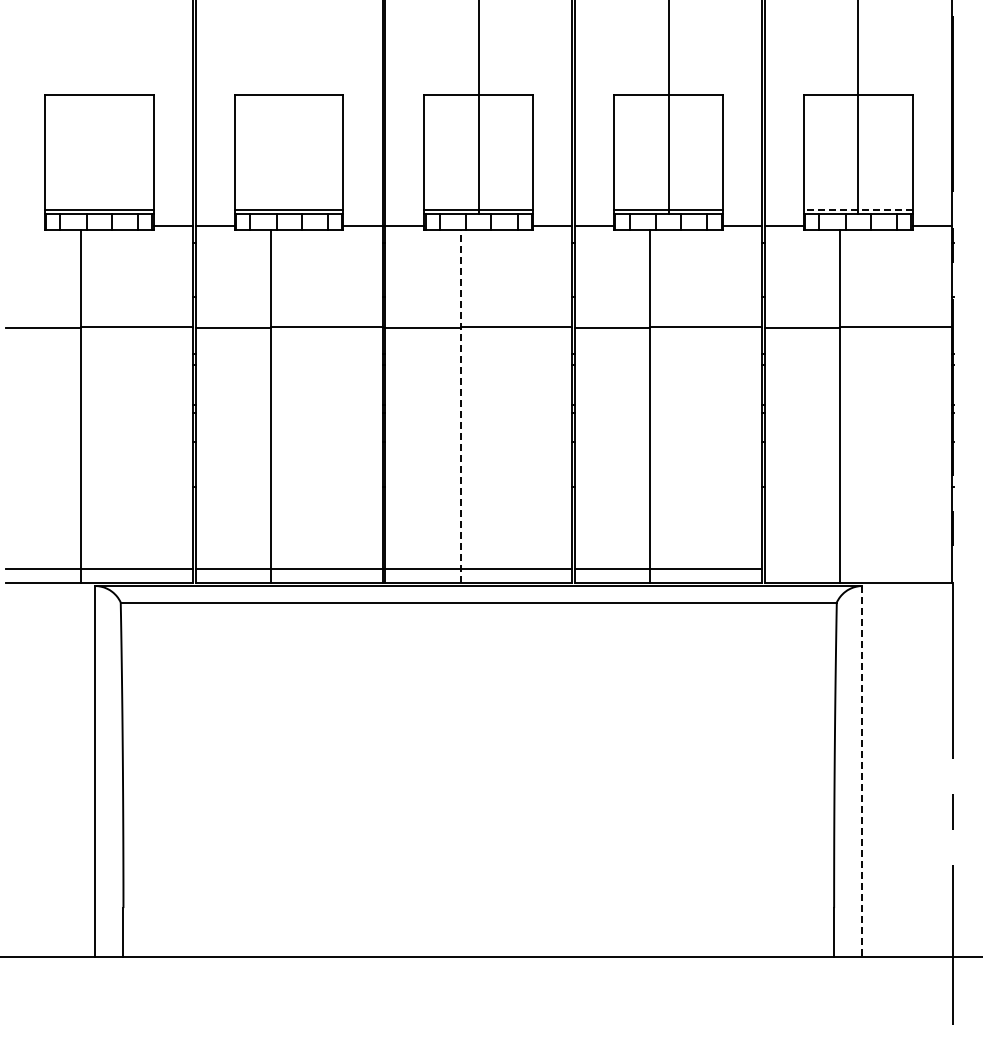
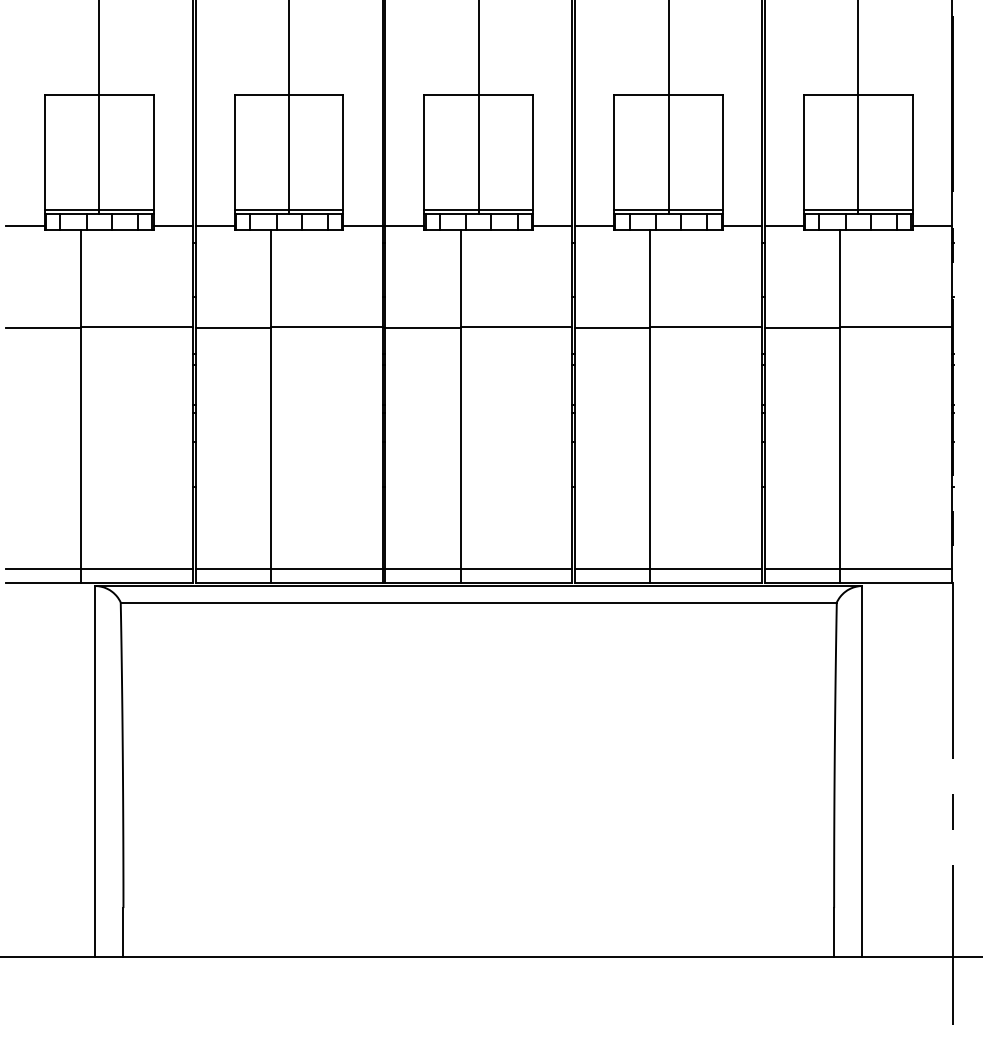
line at (99, 107): none -> present
line at (289, 107): none -> present
line at (857, 209): dashed -> solid
line at (25, 225): none -> present
line at (460, 406): dashed -> solid
line at (857, 568): none -> present
line at (862, 771): dashed -> solid
